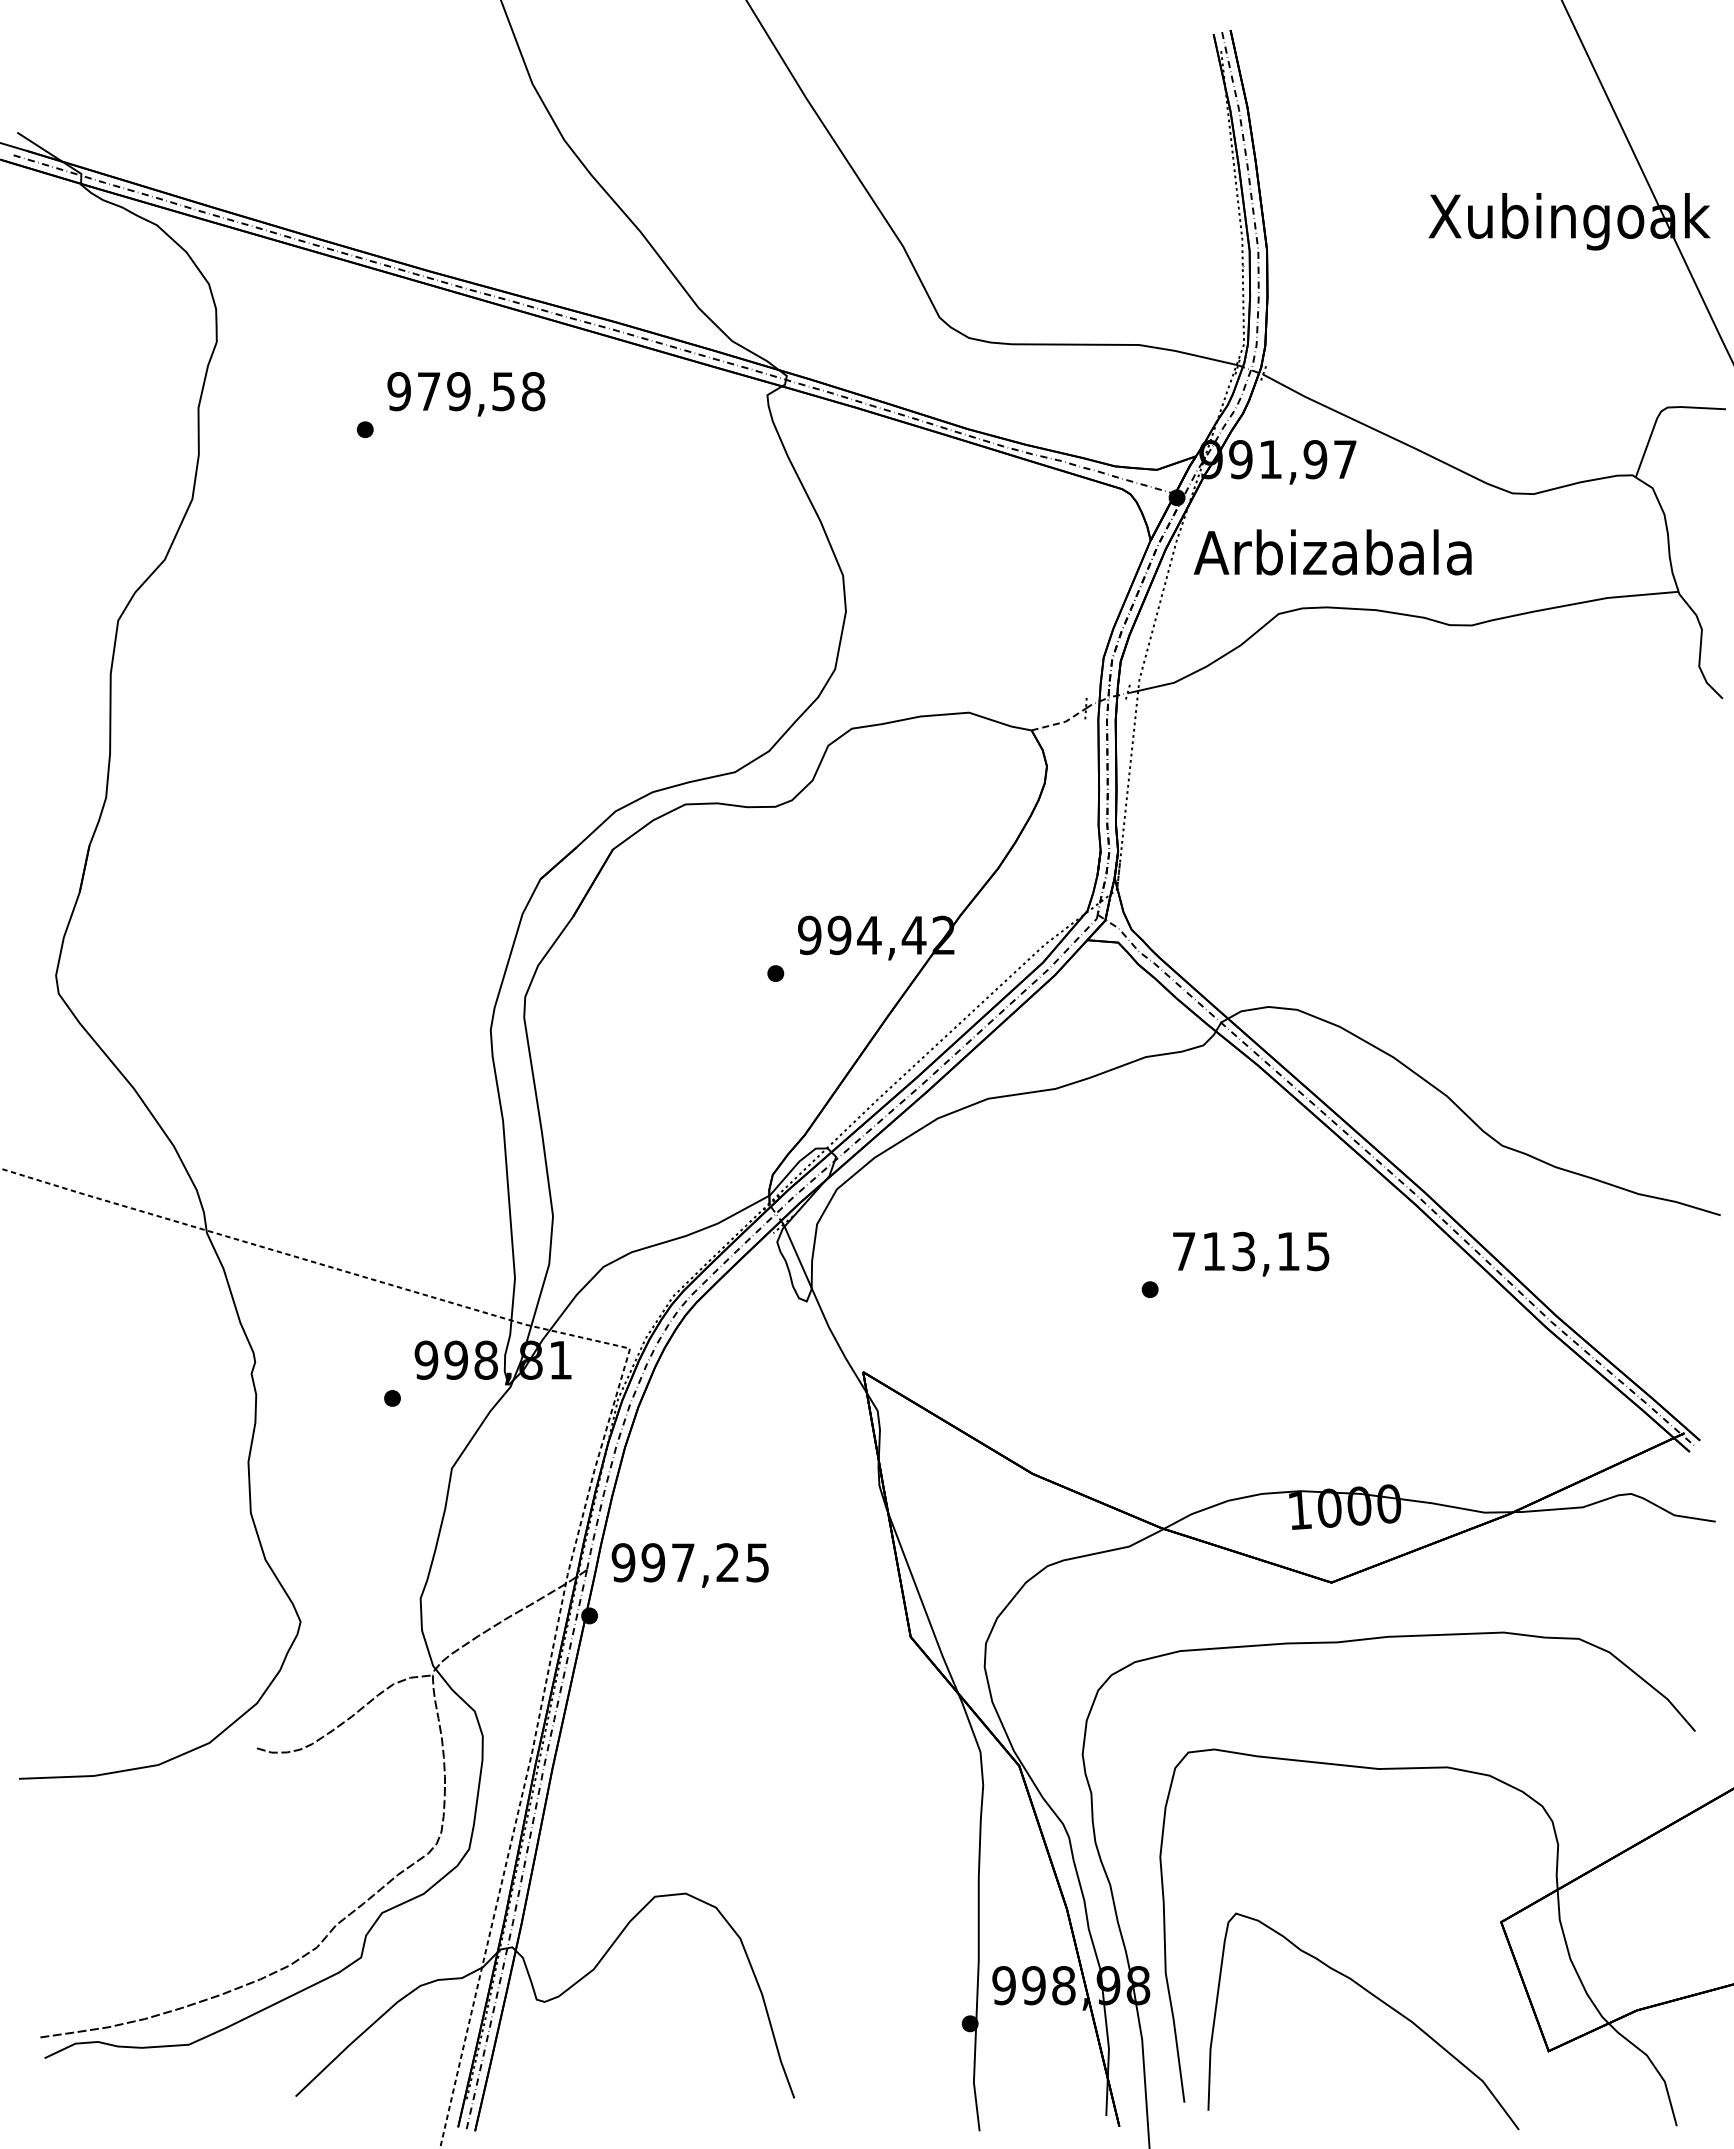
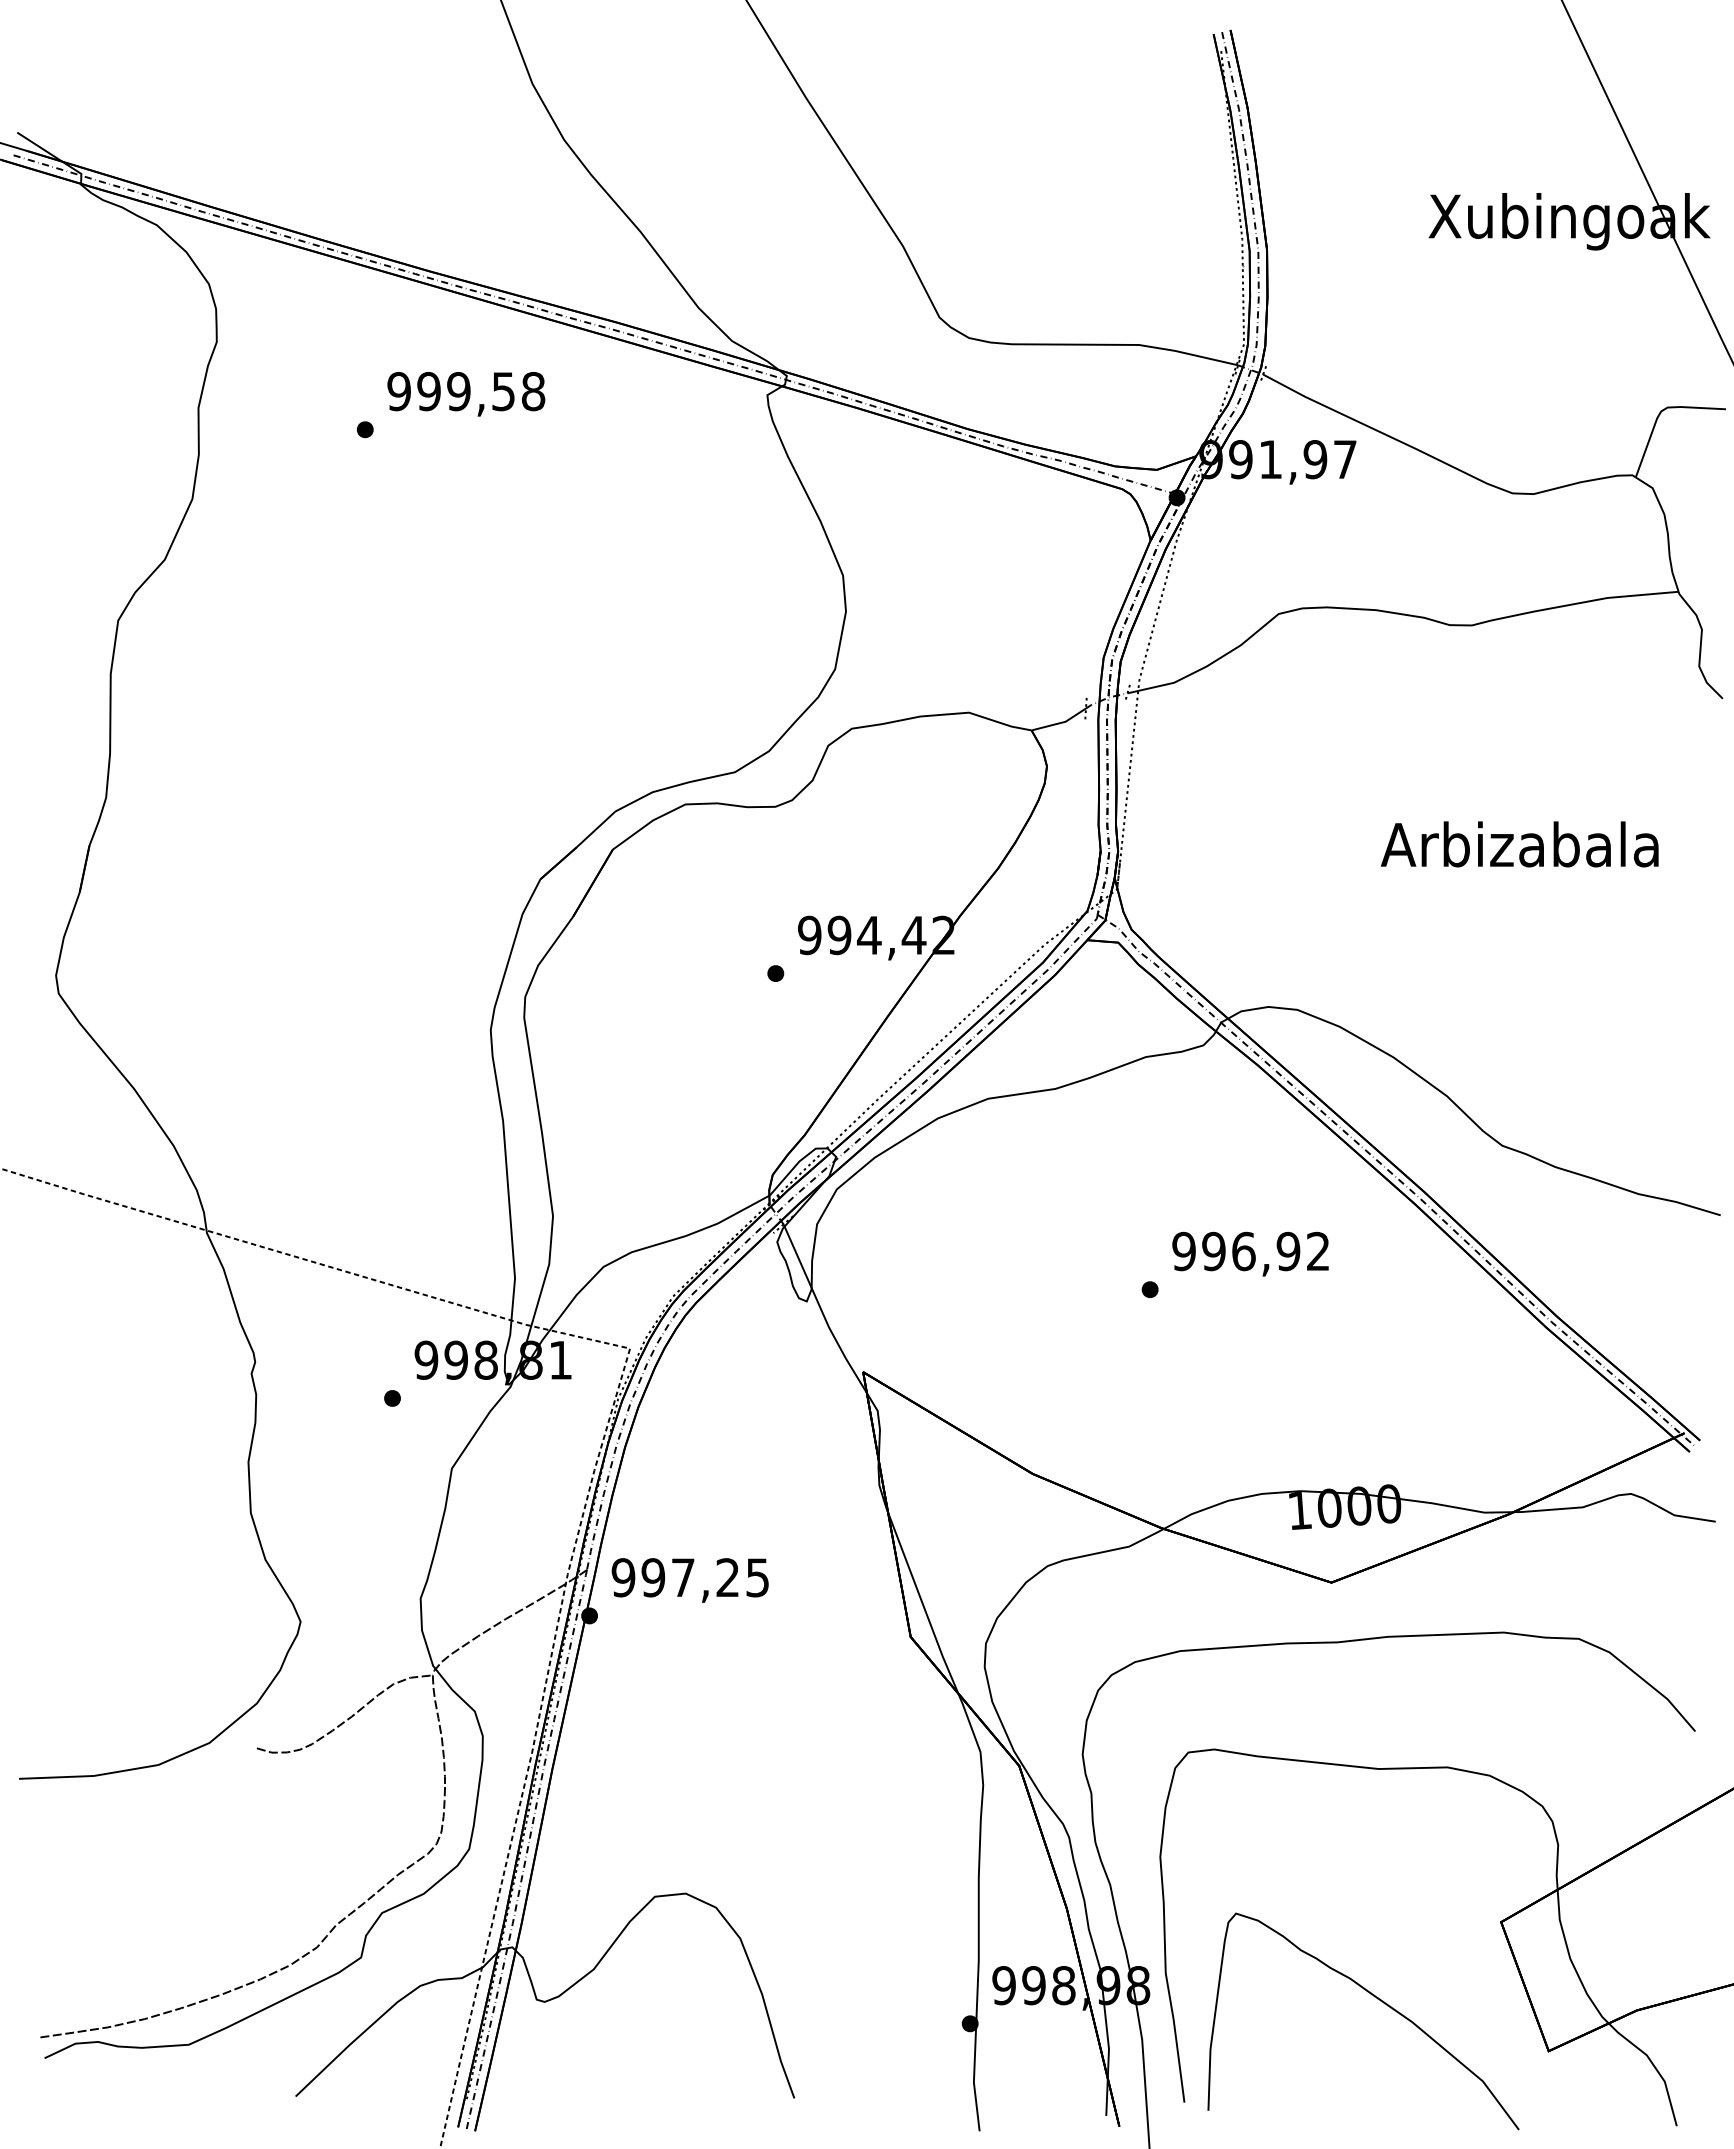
text at (428, 391): 979,58 -> 999,58
text at (1332, 552) position: (1332, 552) -> (1519, 844)
line at (1060, 722): dashed -> solid
text at (1250, 1251): 713,15 -> 996,92
text at (689, 1565) position: (689, 1565) -> (689, 1580)
